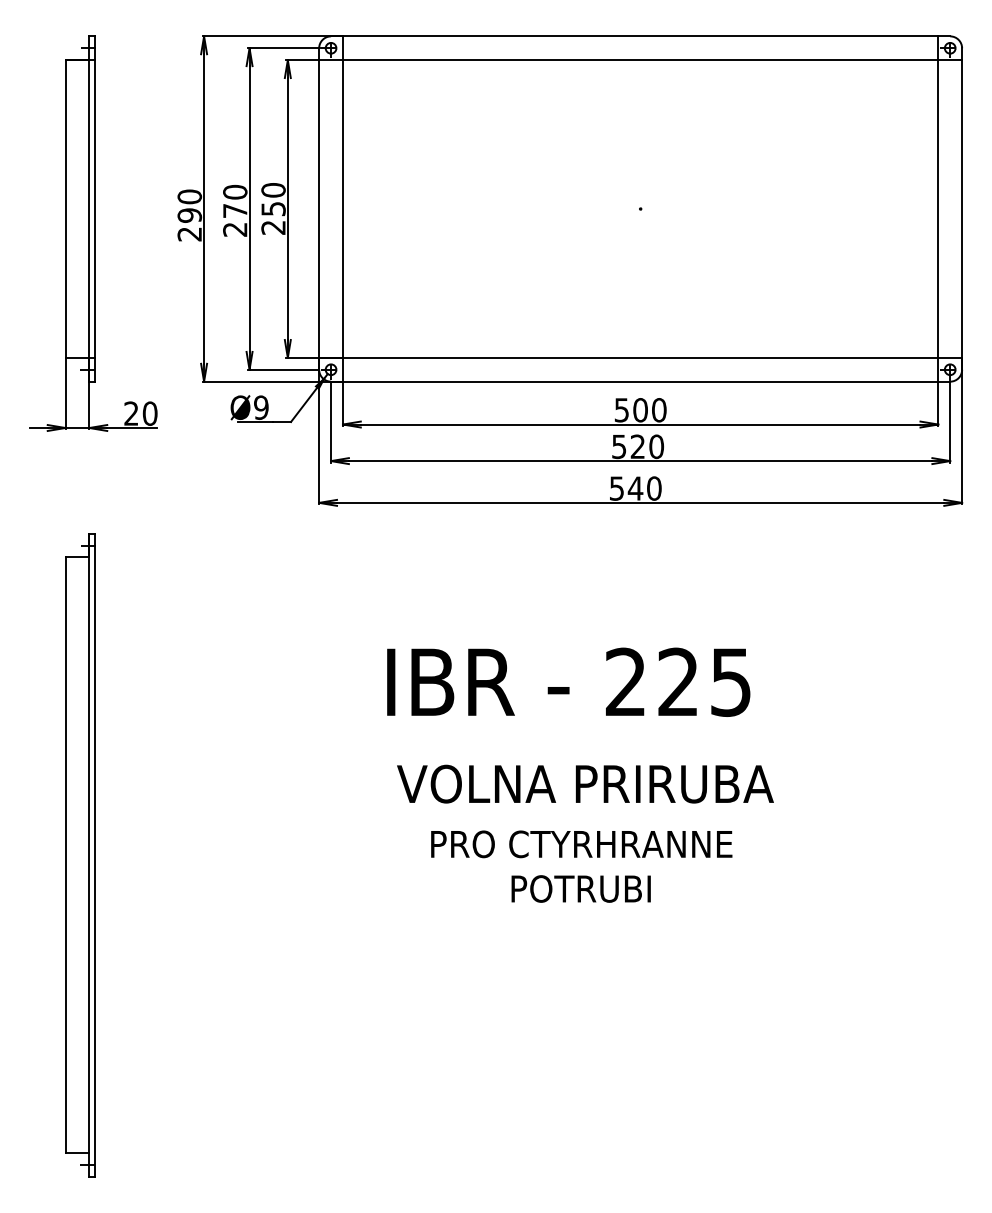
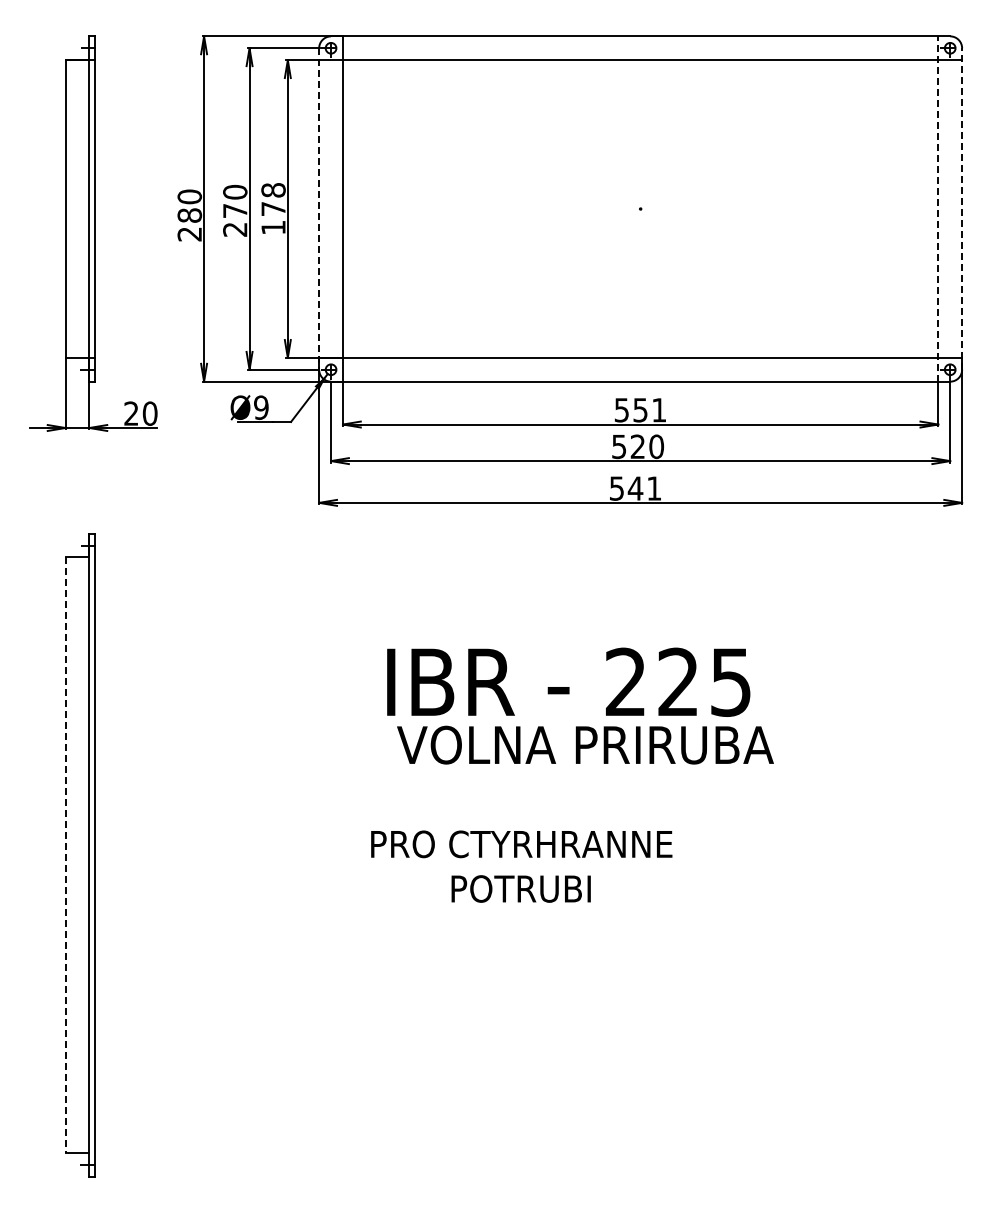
text at (273, 208): 250 -> 178
line at (319, 209): solid -> dashed
line at (938, 209): solid -> dashed
line at (962, 209): solid -> dashed
text at (189, 215): 290 -> 280
text at (649, 410): 500 -> 551
text at (654, 488): 540 -> 541
text at (585, 783) position: (585, 783) -> (585, 744)
line at (65, 855): solid -> dashed
text at (581, 866) position: (581, 866) -> (521, 866)
